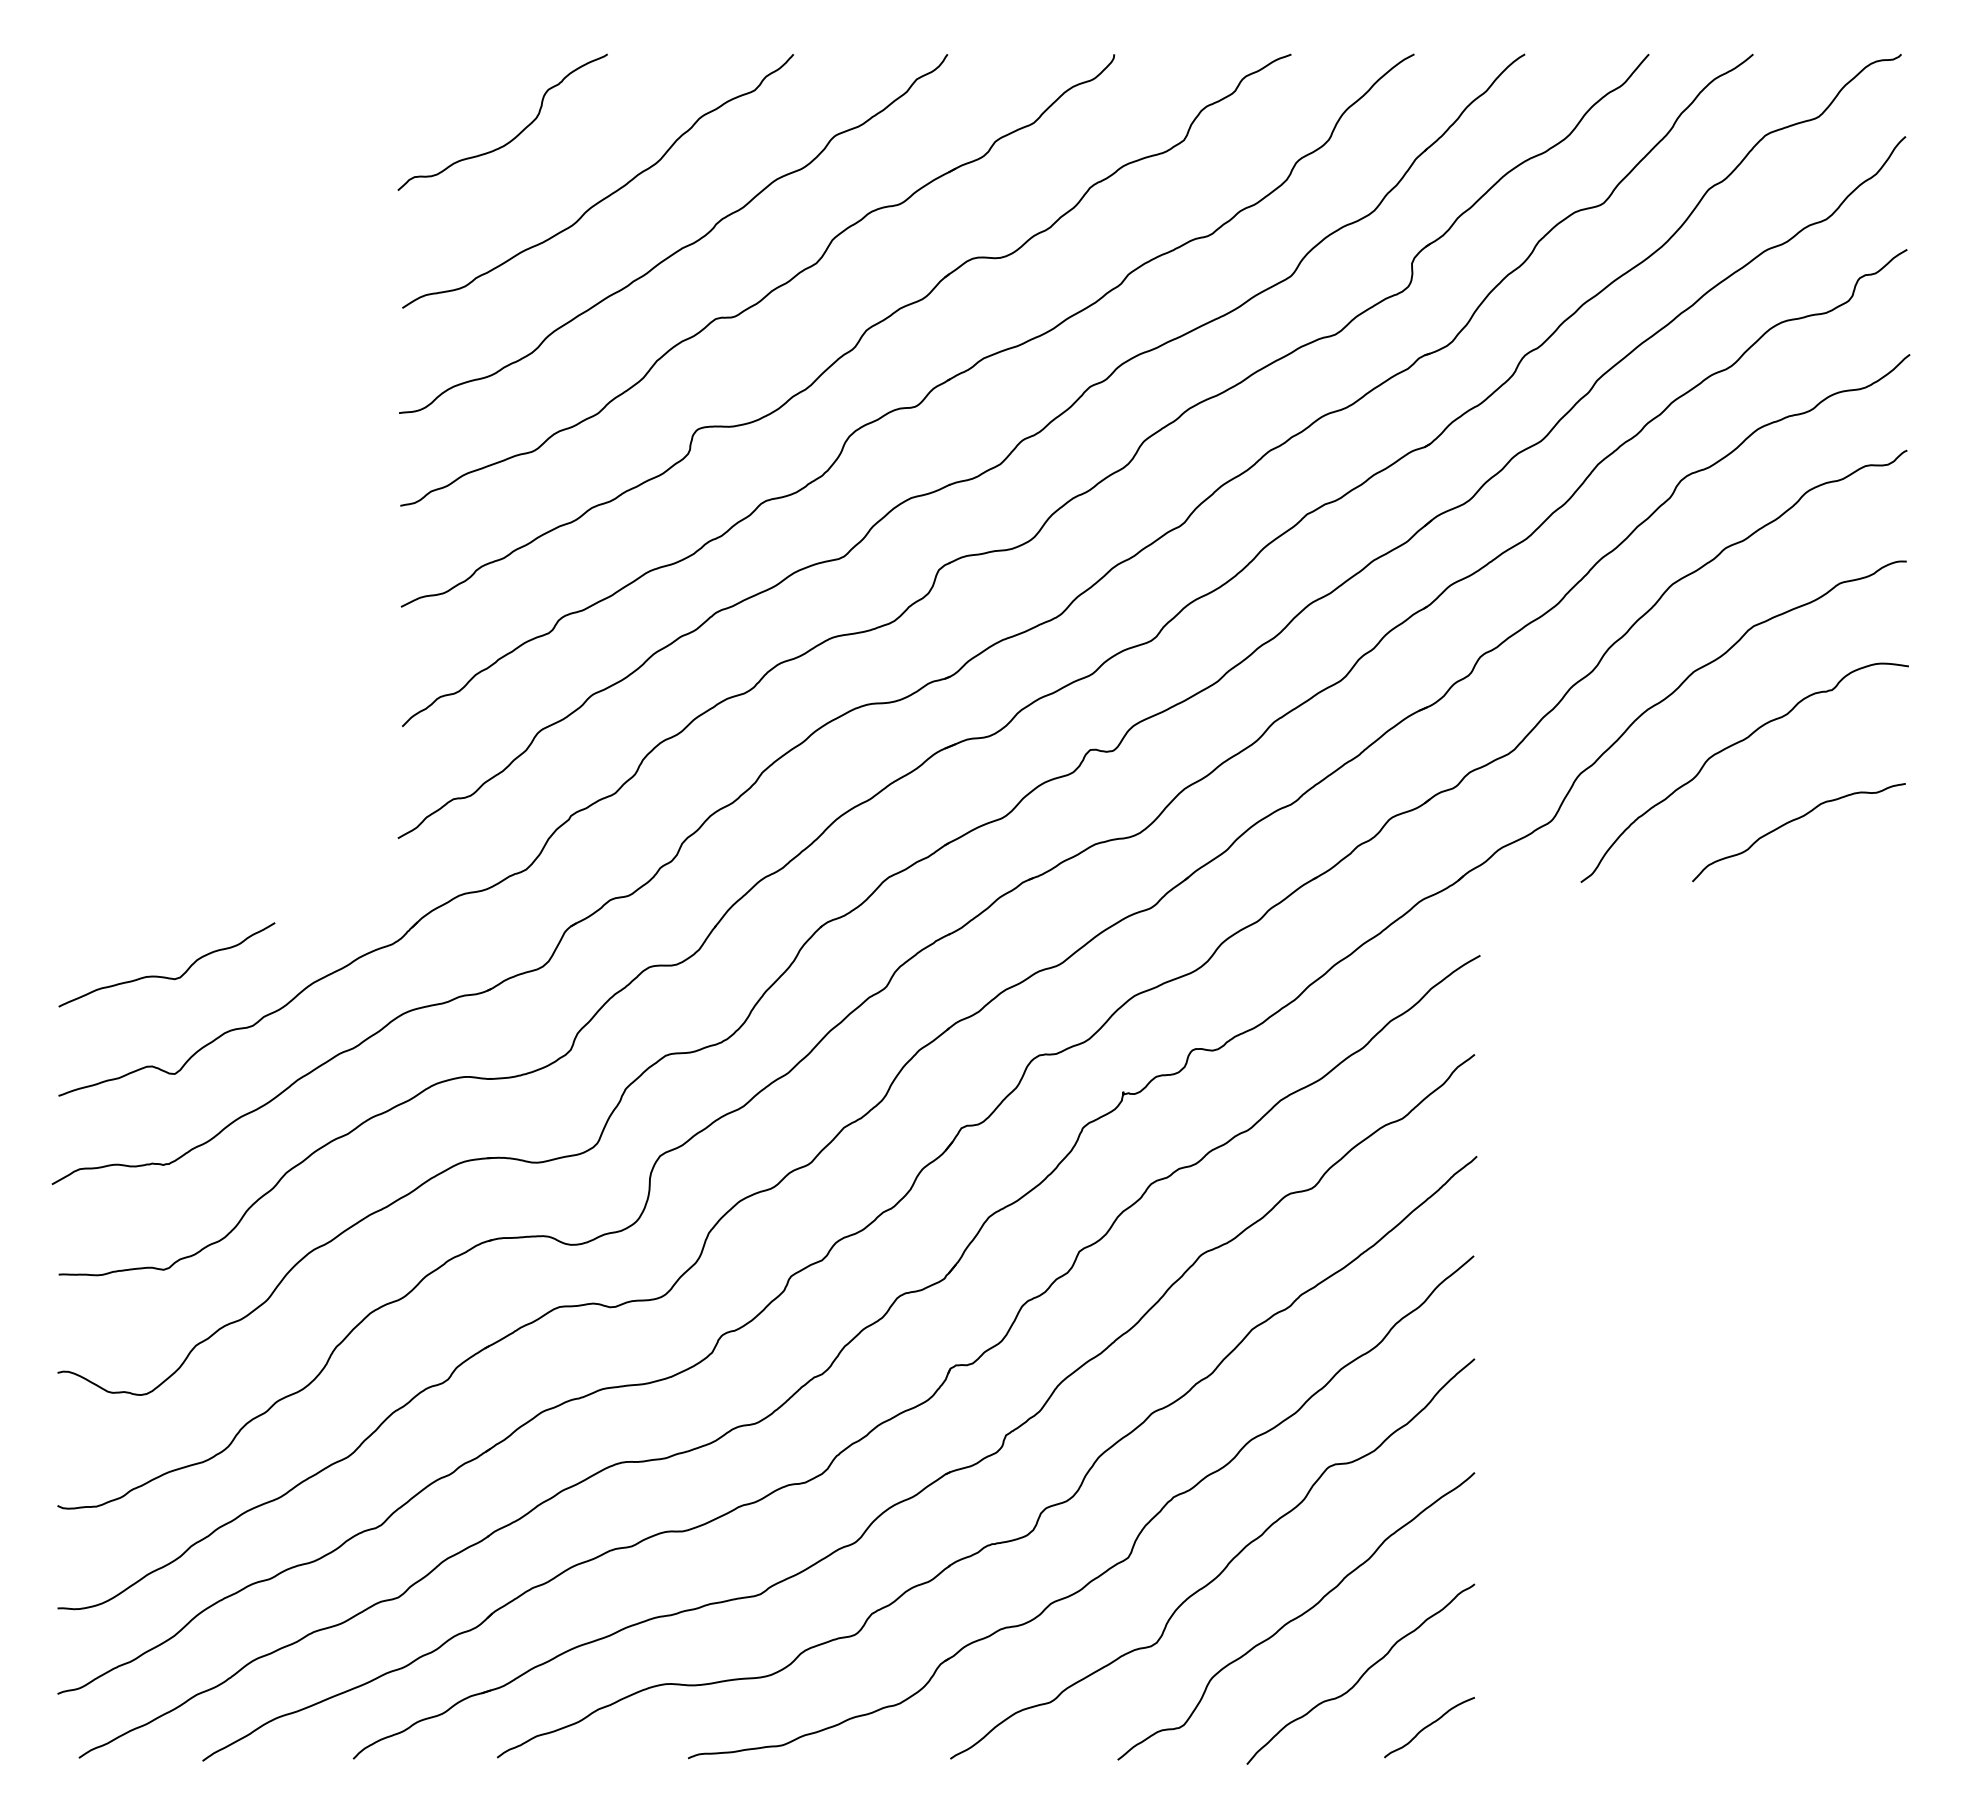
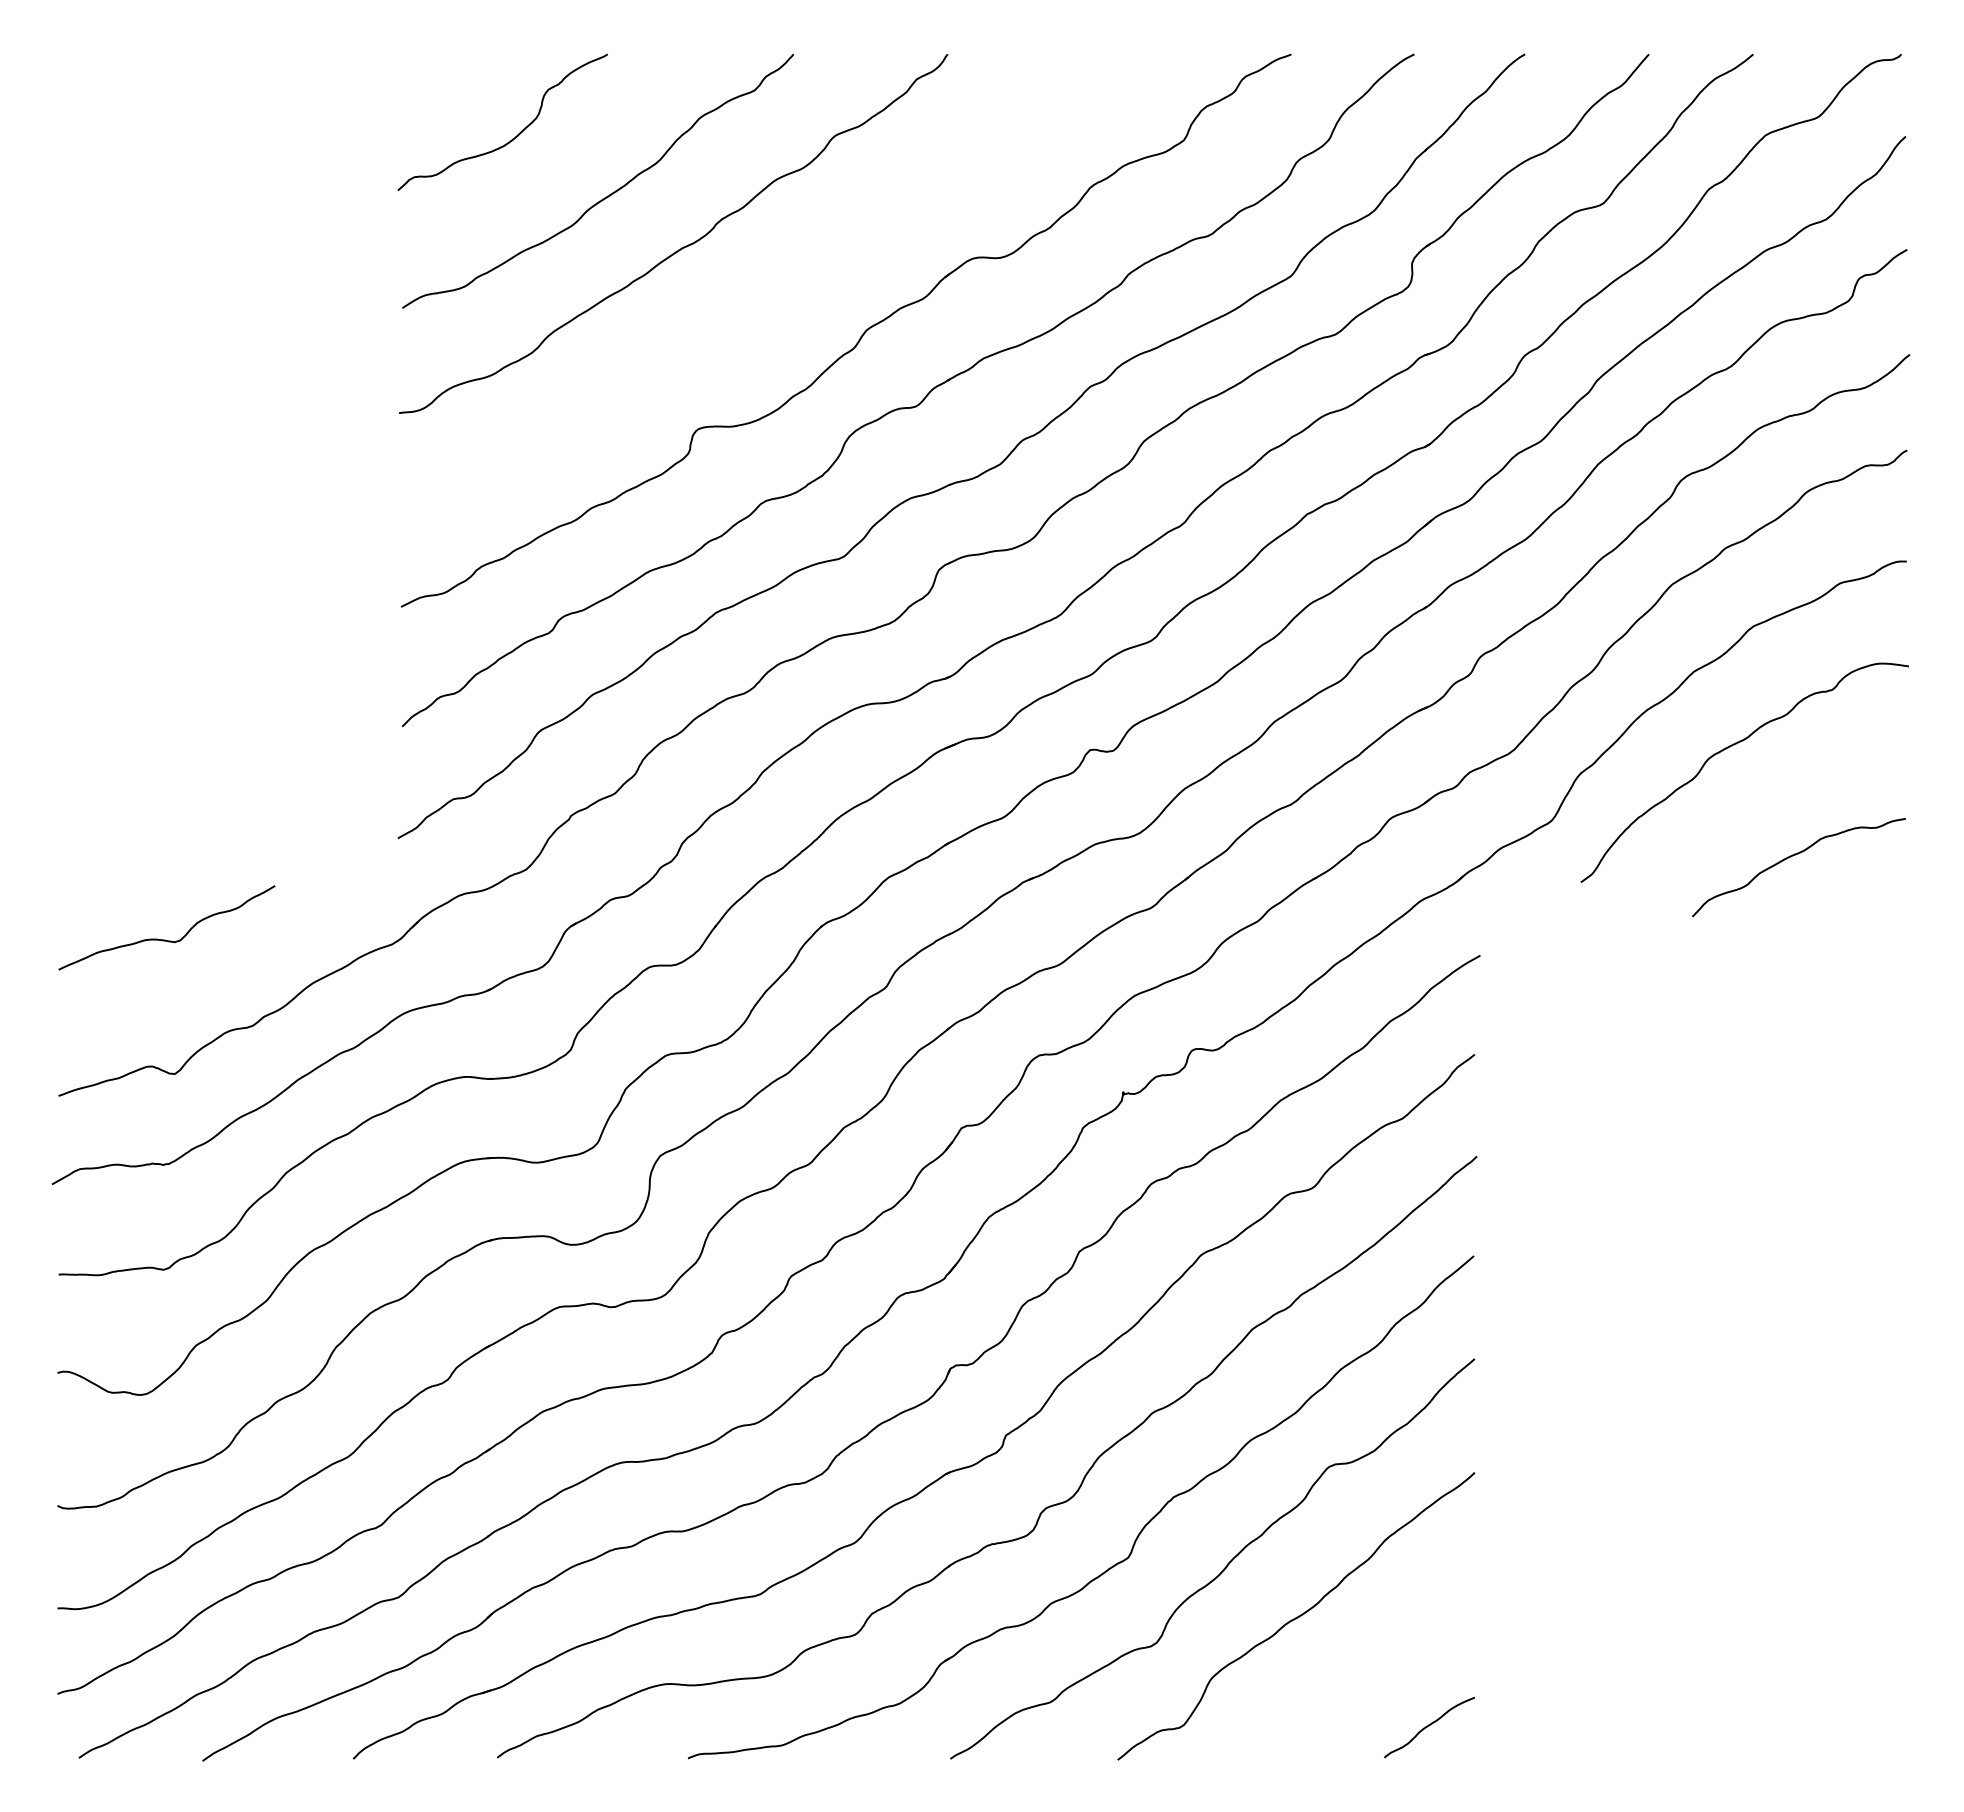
part at (769, 291): present -> none
curve at (1793, 821) position: (1793, 821) -> (1793, 856)
curve at (165, 976) position: (165, 976) -> (165, 939)
curve at (1362, 1674): present -> none
